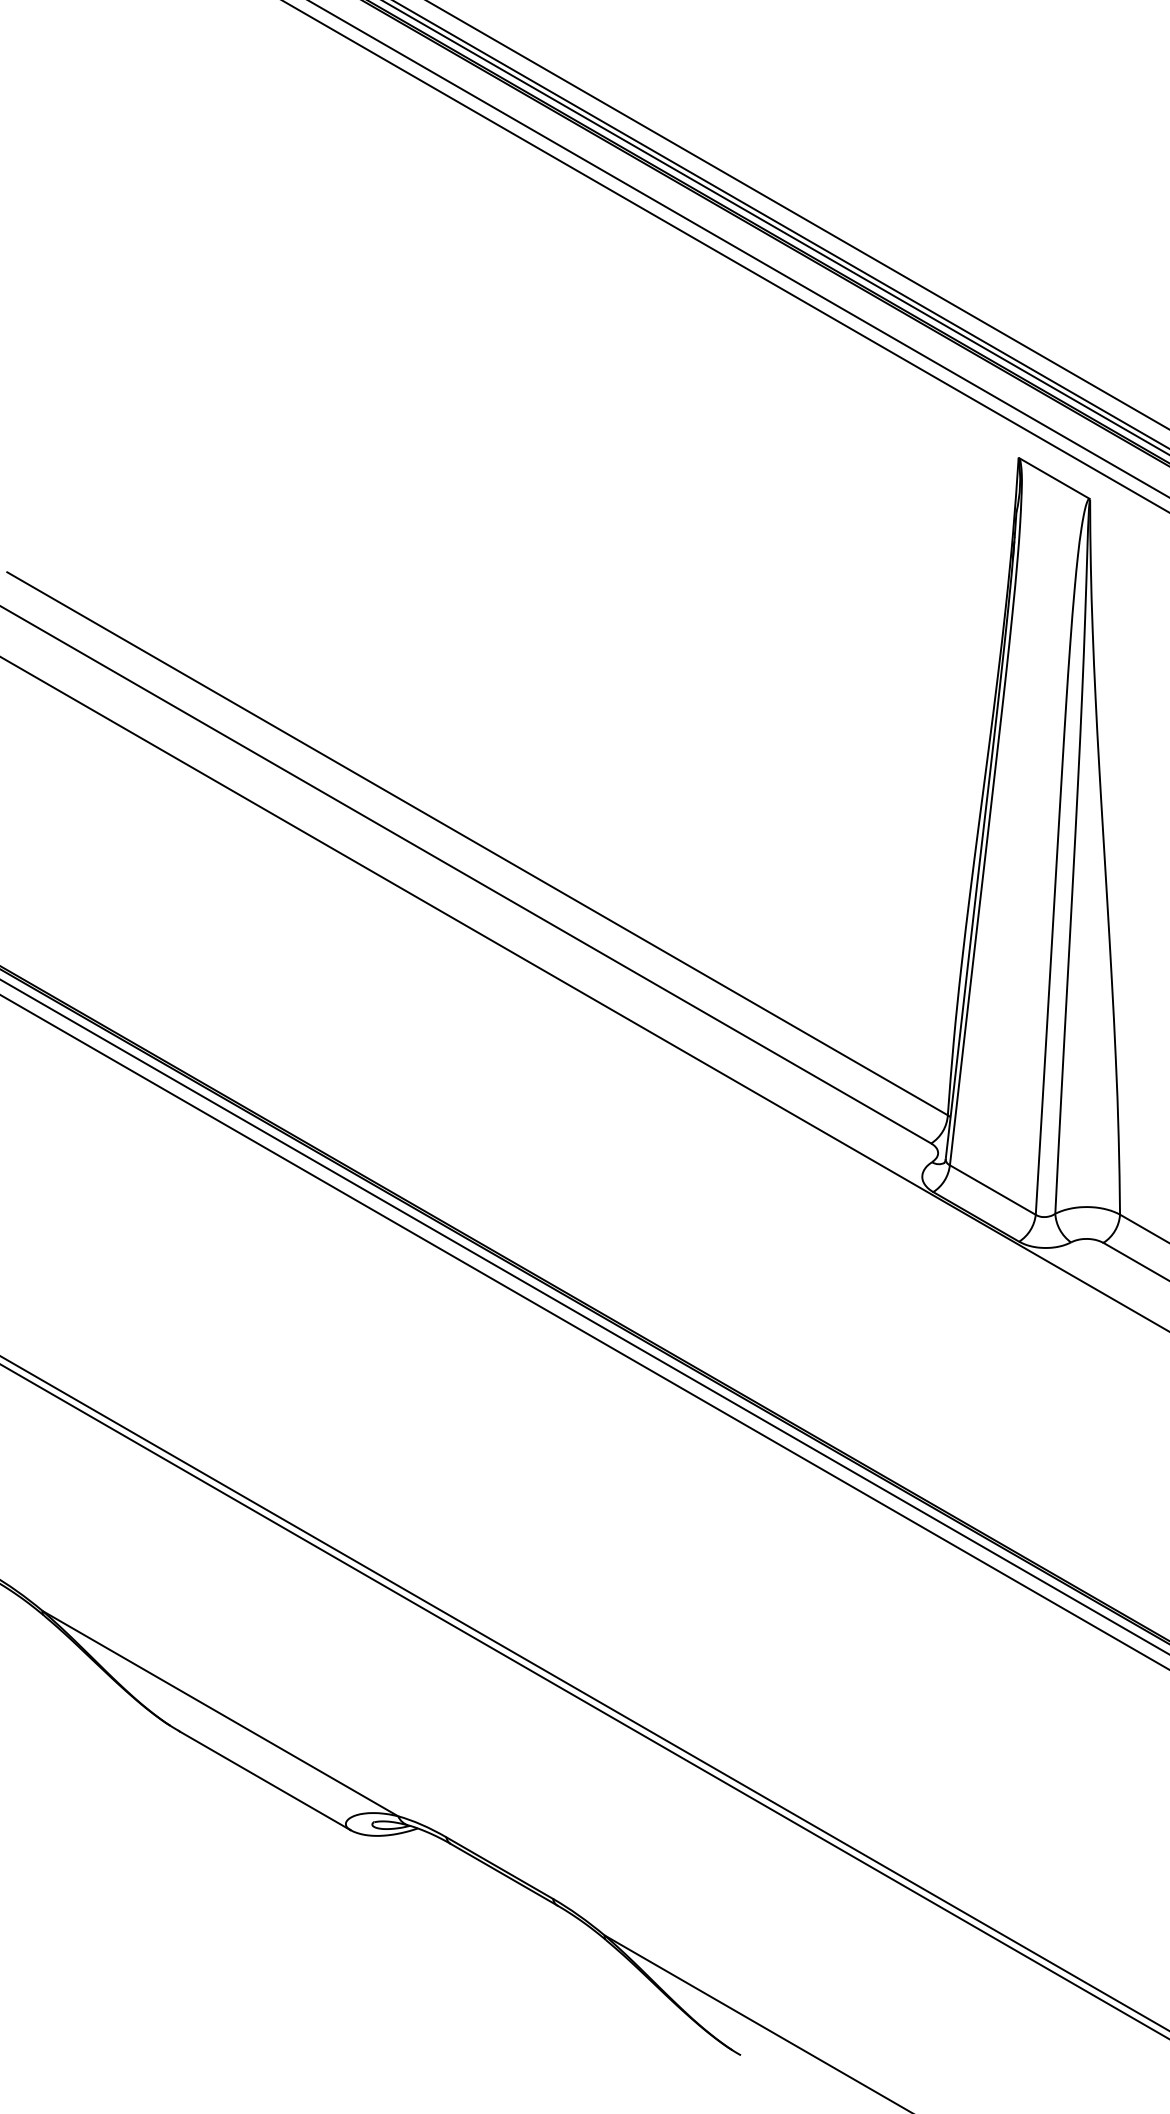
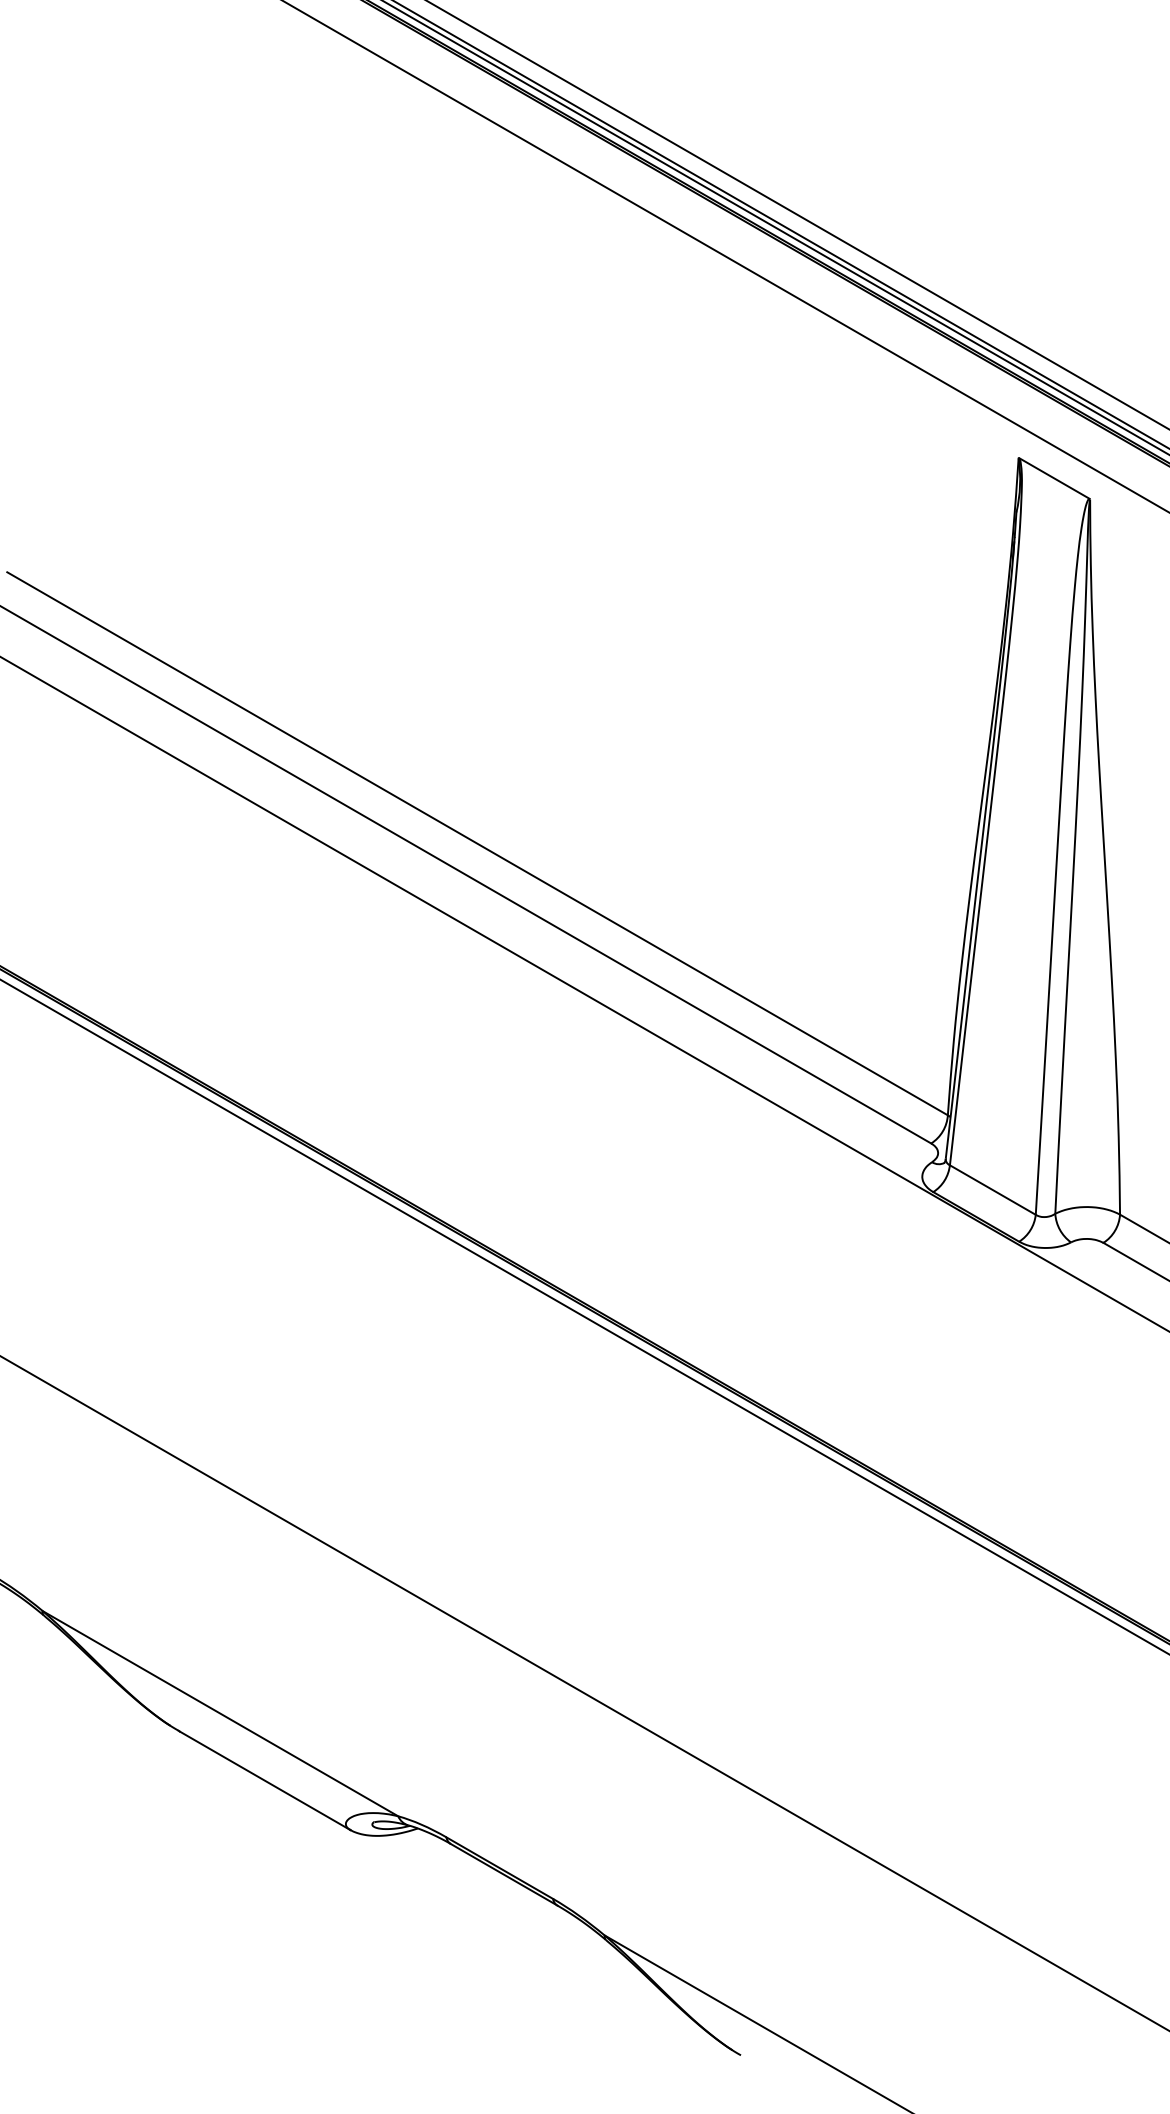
line at (738, 248): present -> none
line at (584, 1332): present -> none
line at (584, 1701): present -> none
